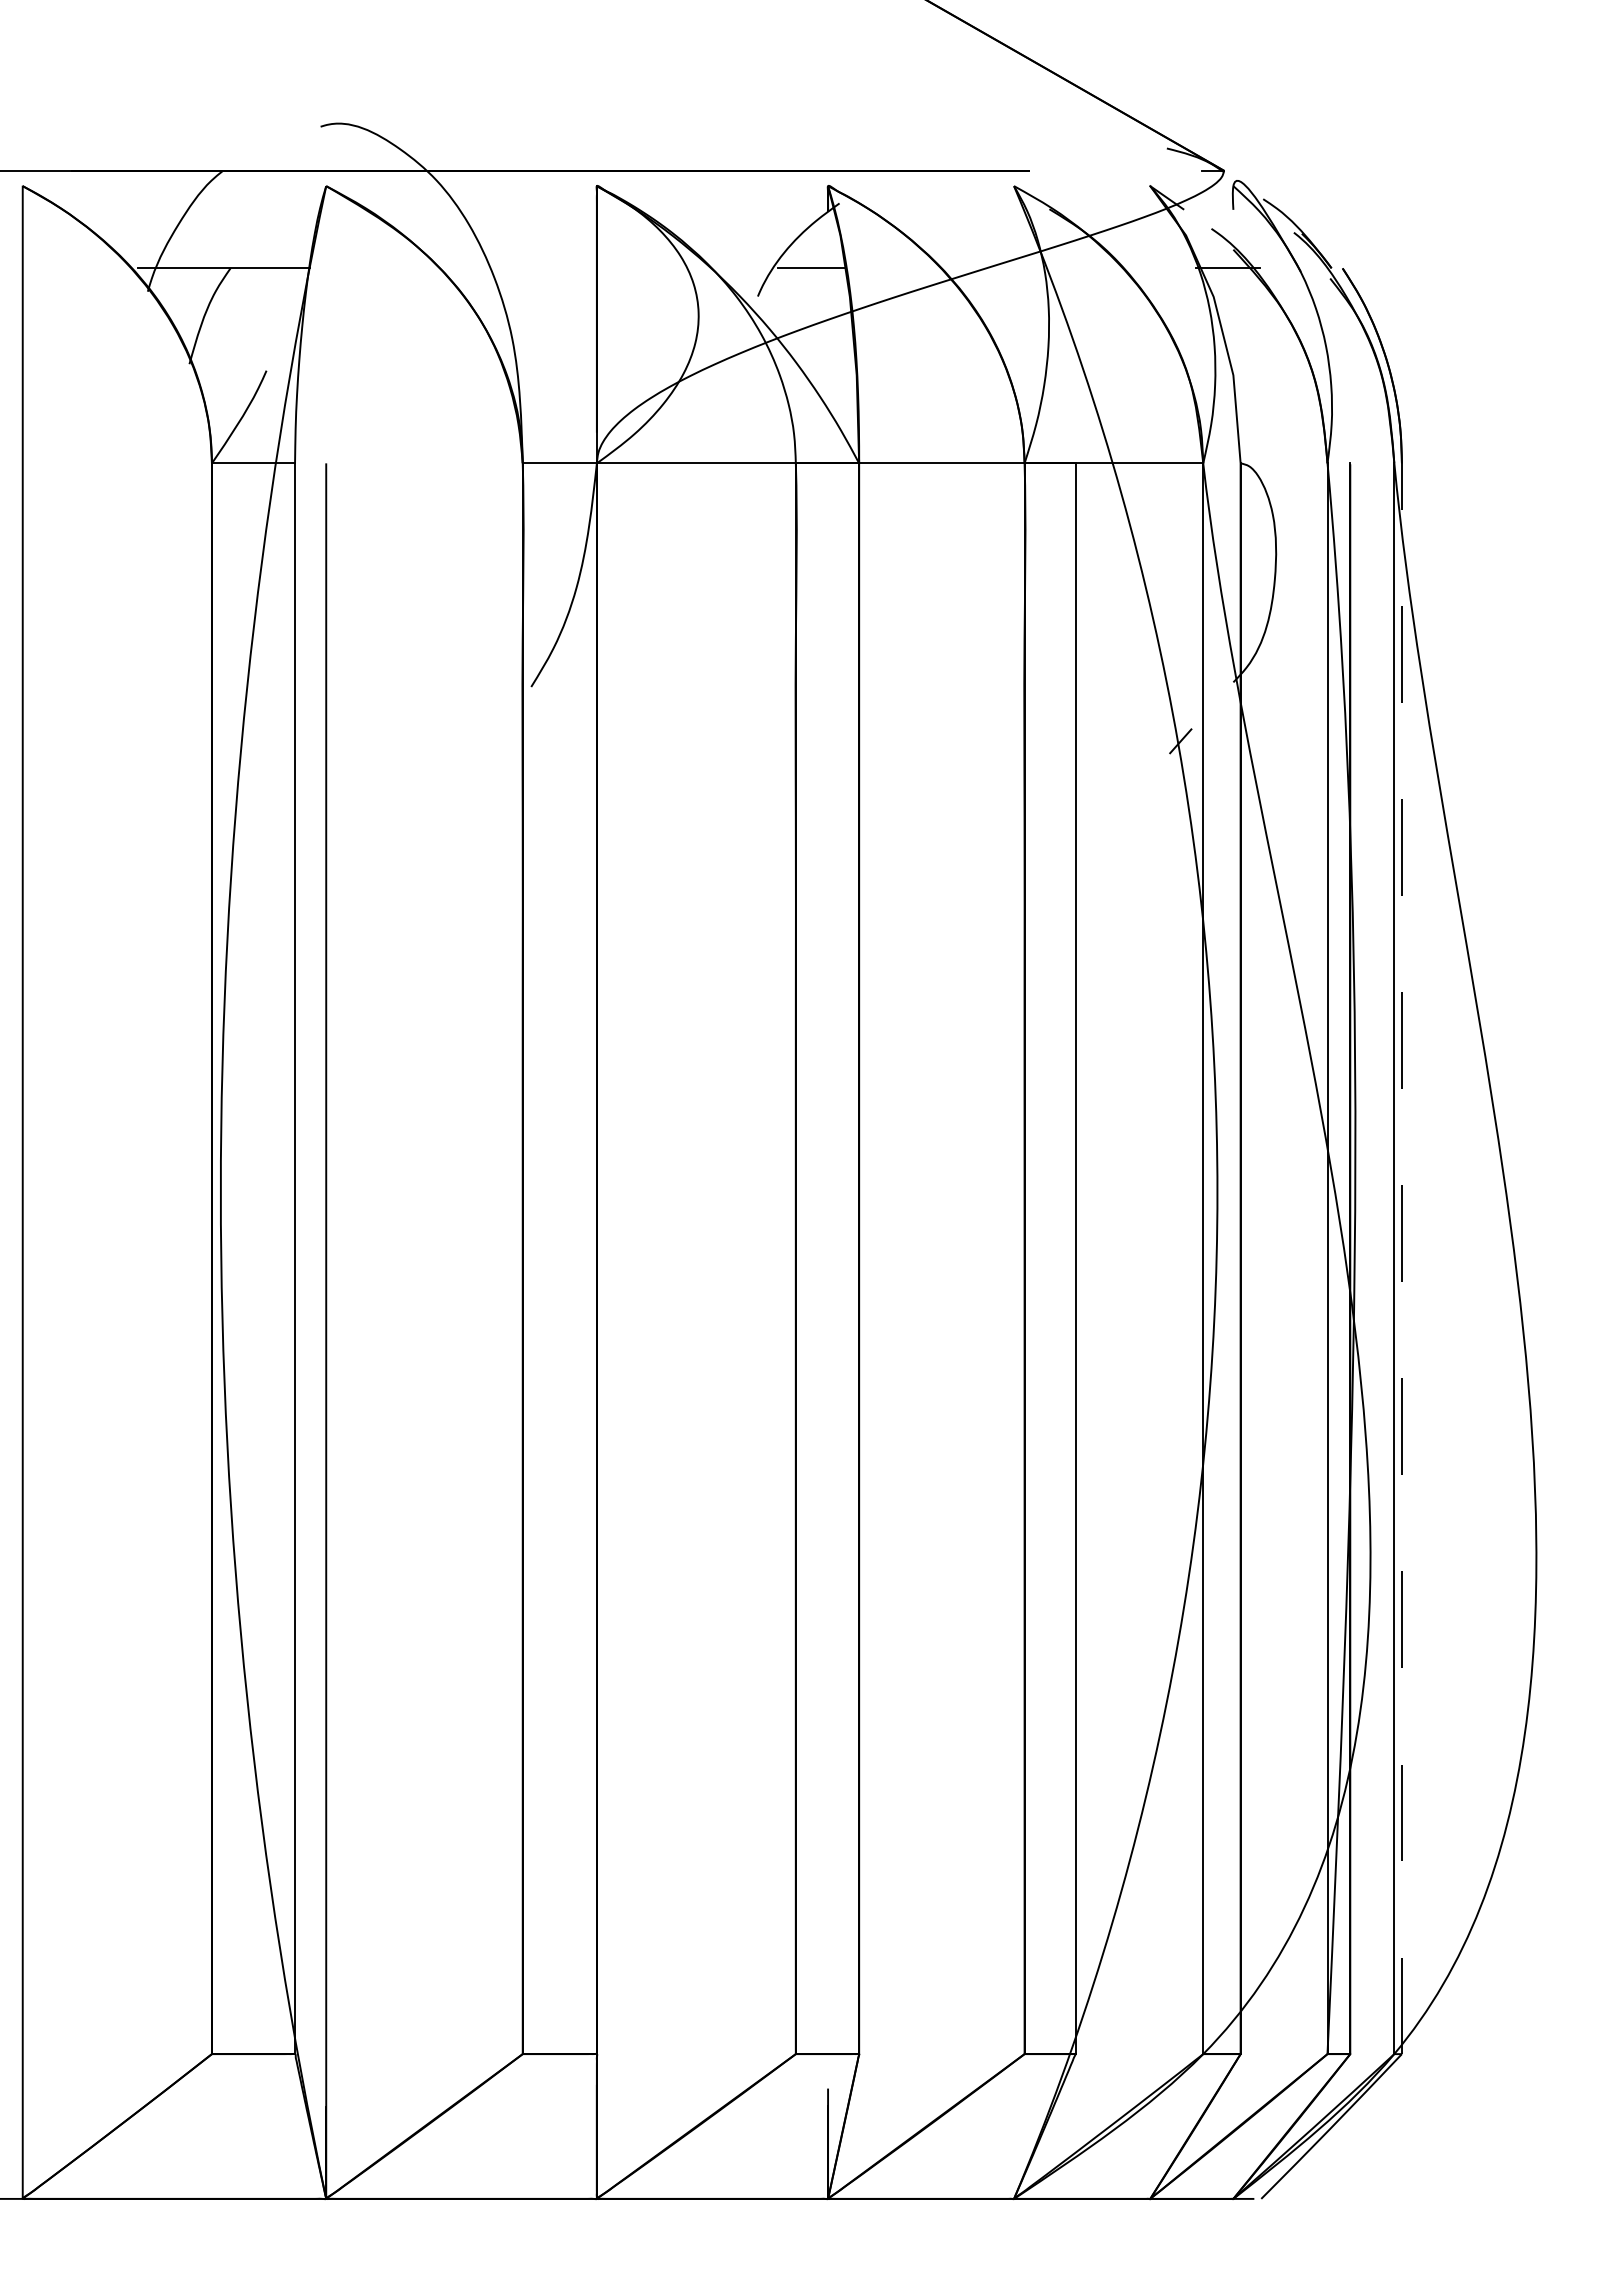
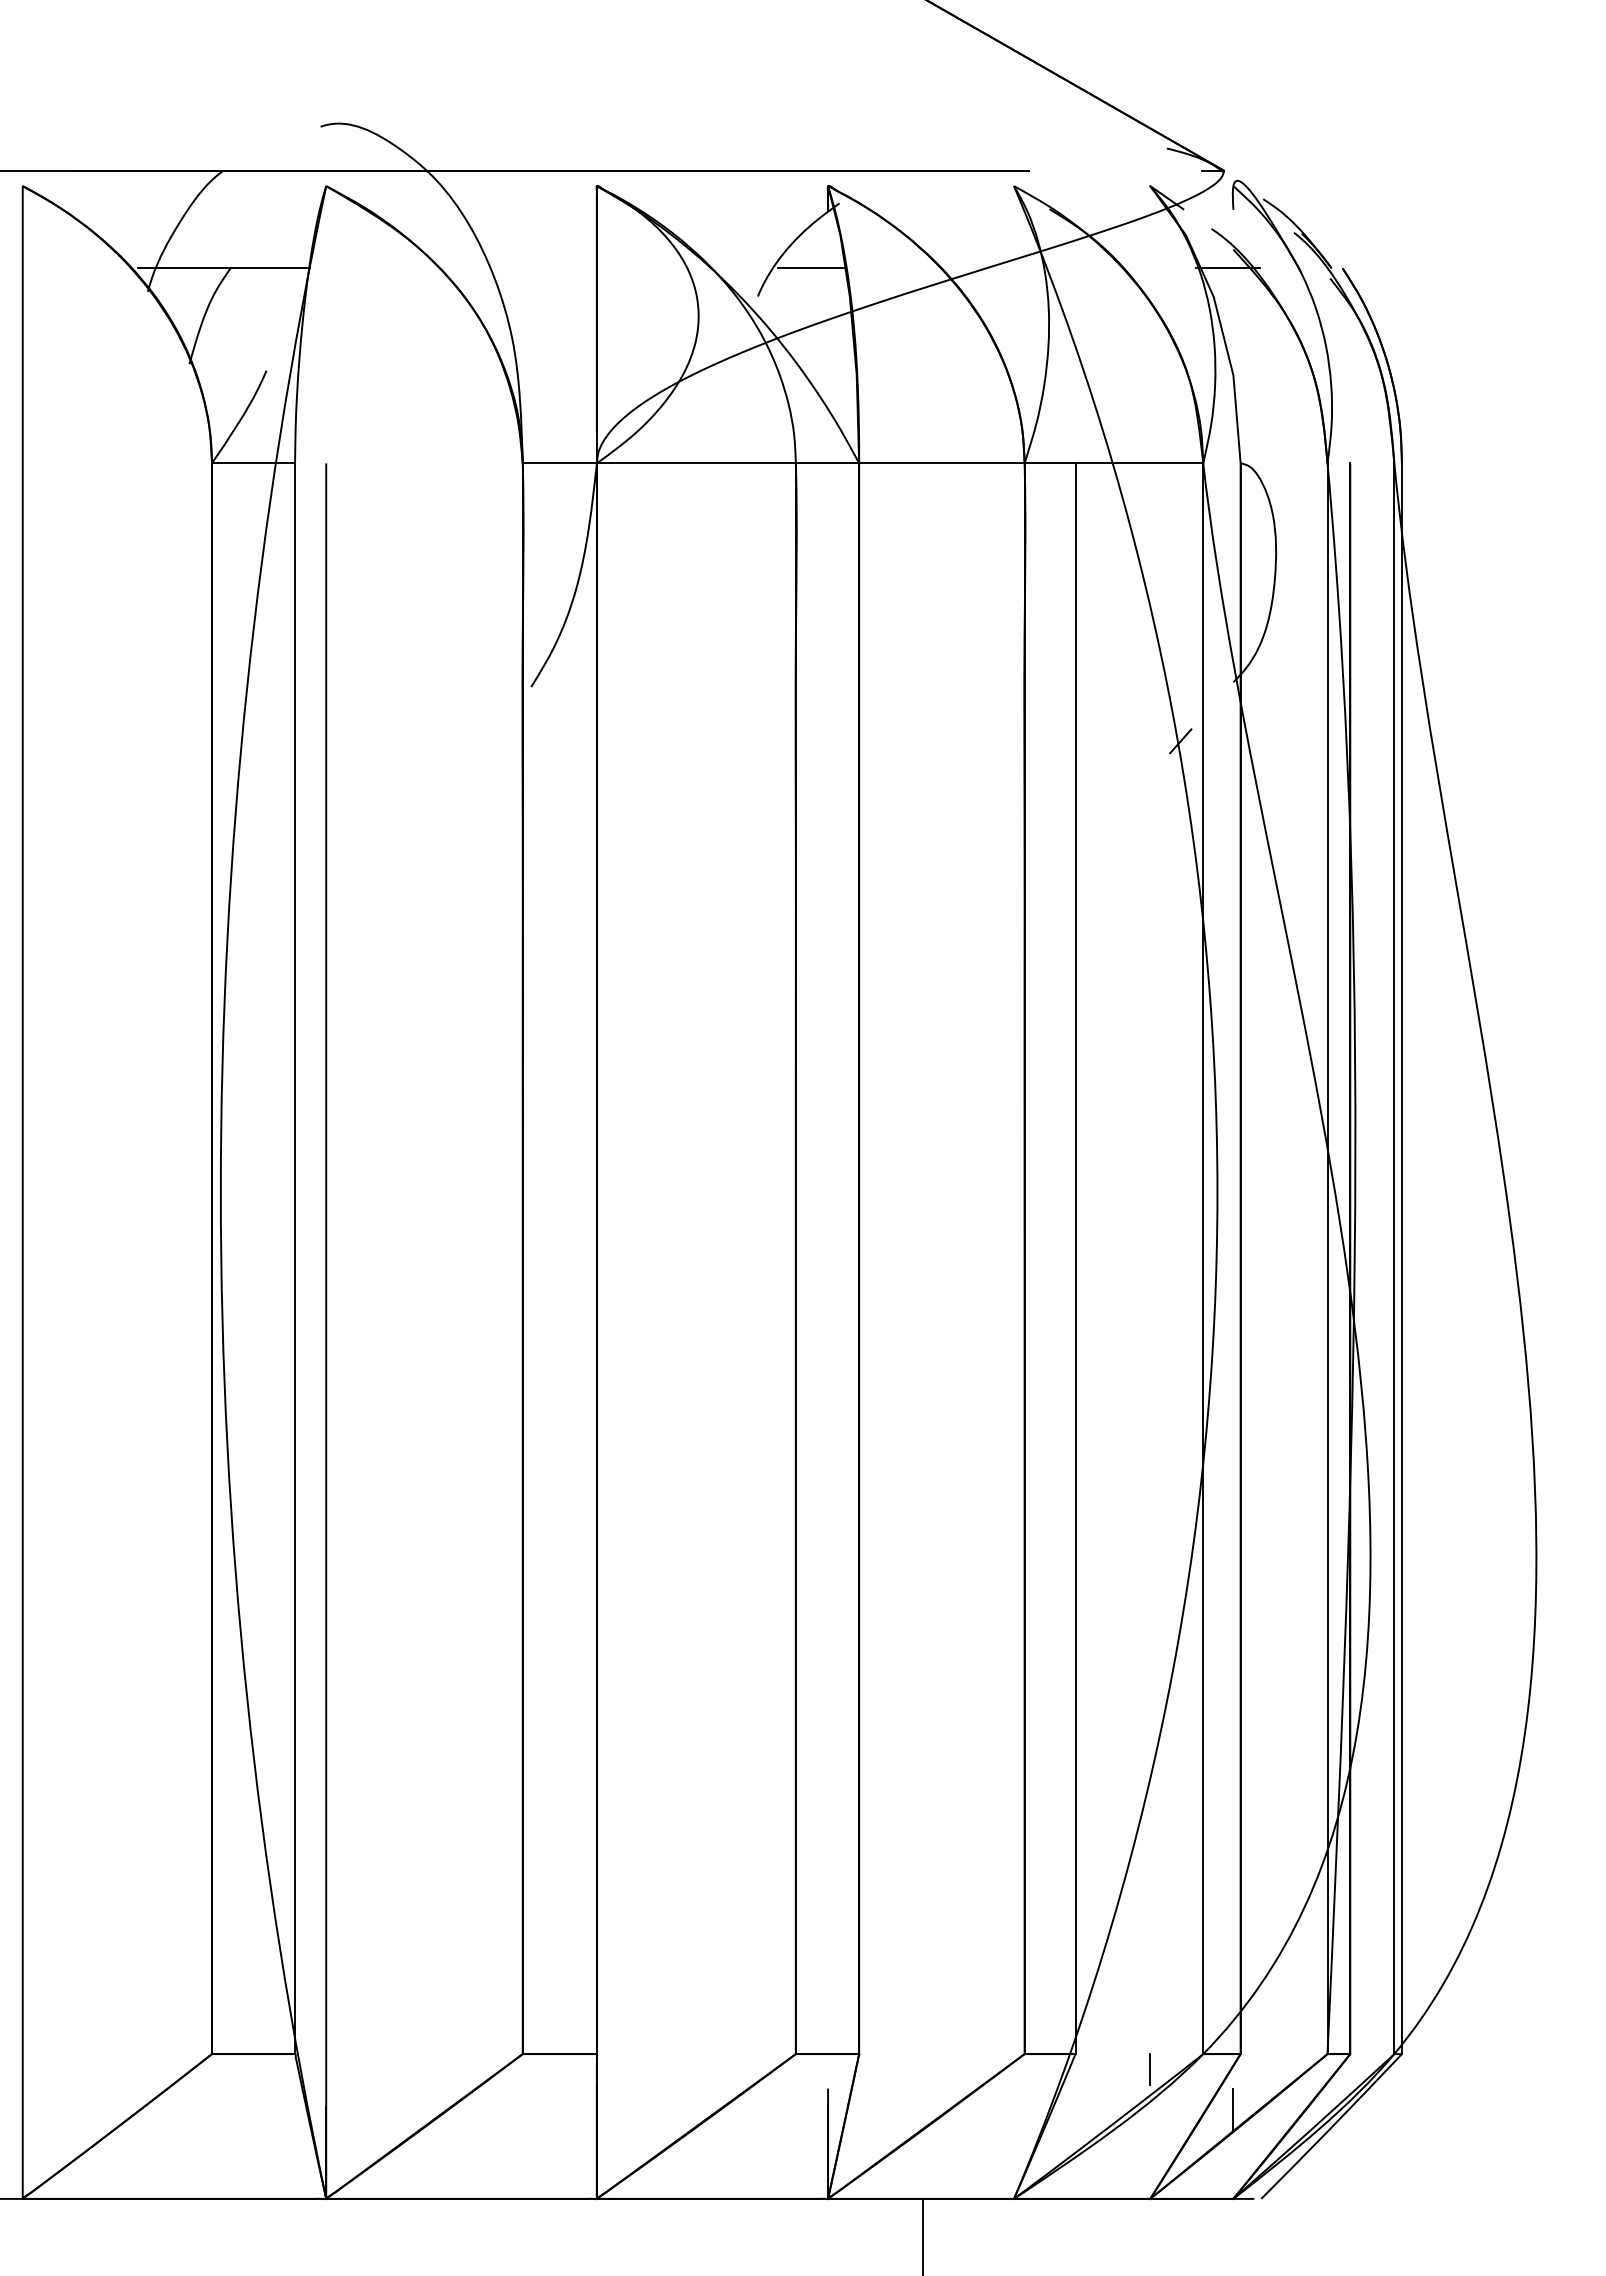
line at (1401, 1258): dashed -> solid
line at (1150, 2069): none -> present
line at (1233, 2109): none -> present
line at (923, 2235): none -> present
